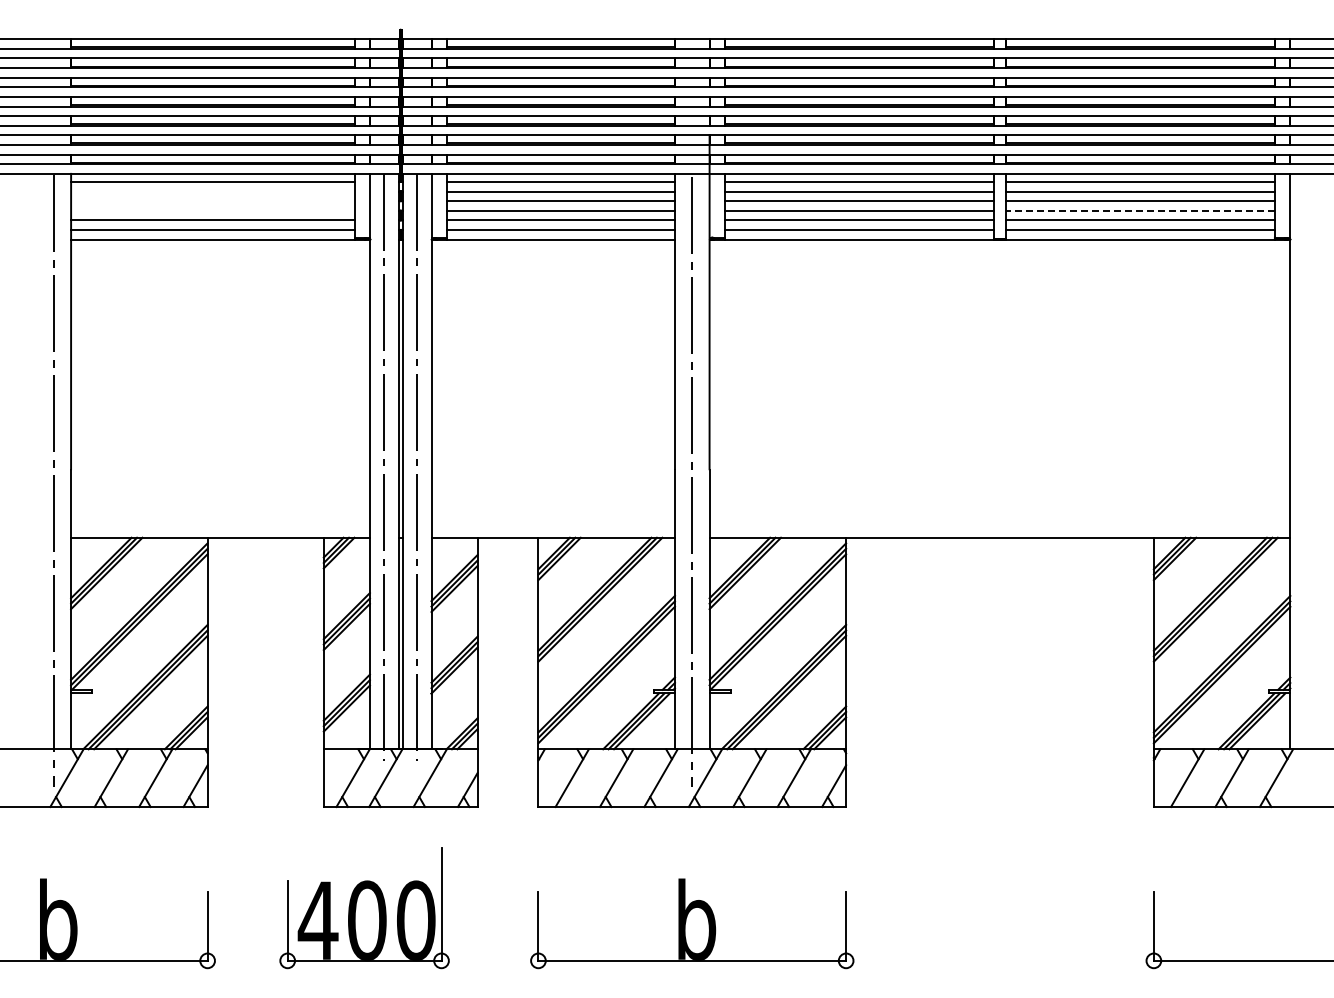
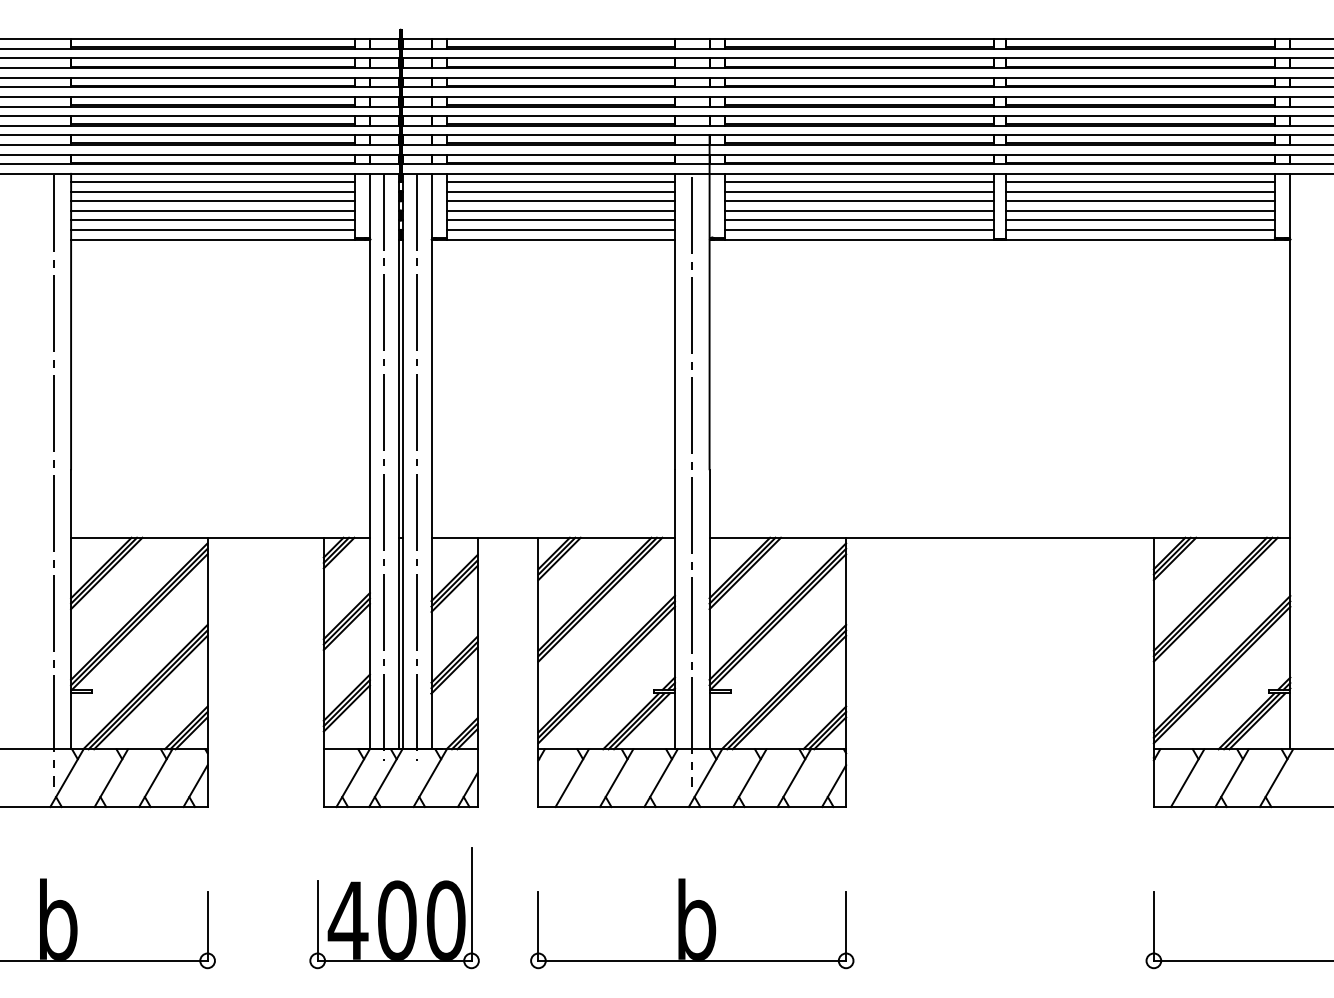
line at (212, 191): none -> present
line at (212, 201): none -> present
line at (212, 210): none -> present
line at (1140, 210): dashed -> solid
part at (364, 908) position: (364, 908) -> (394, 908)
